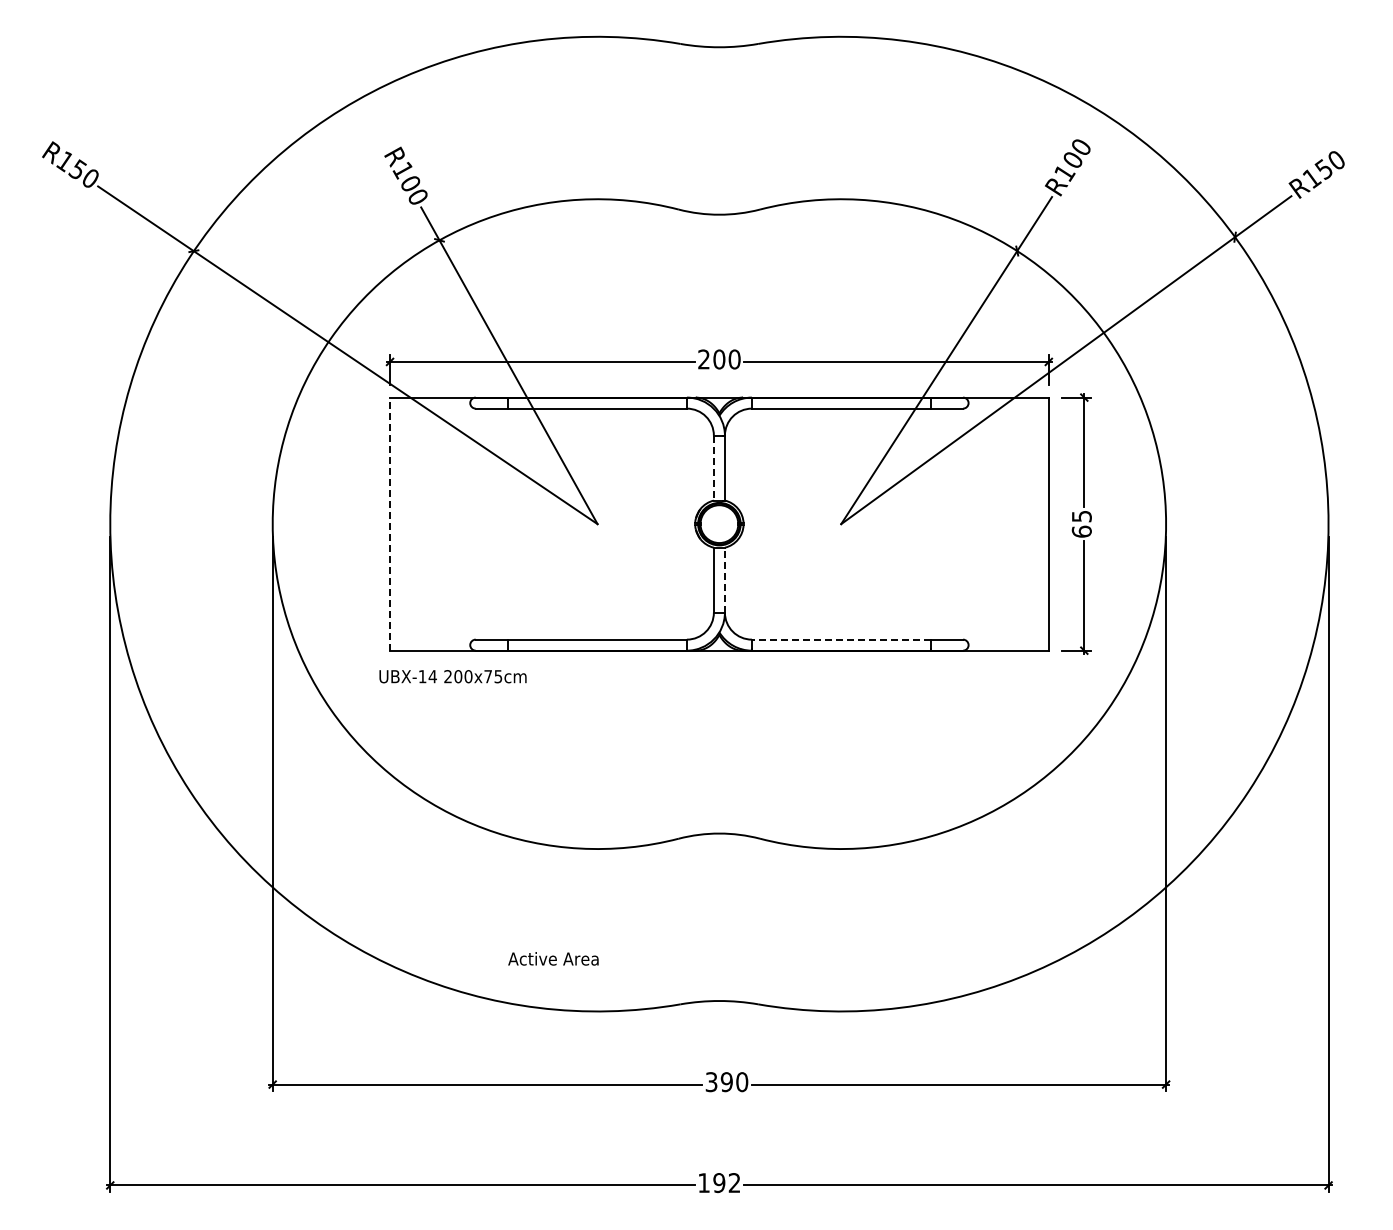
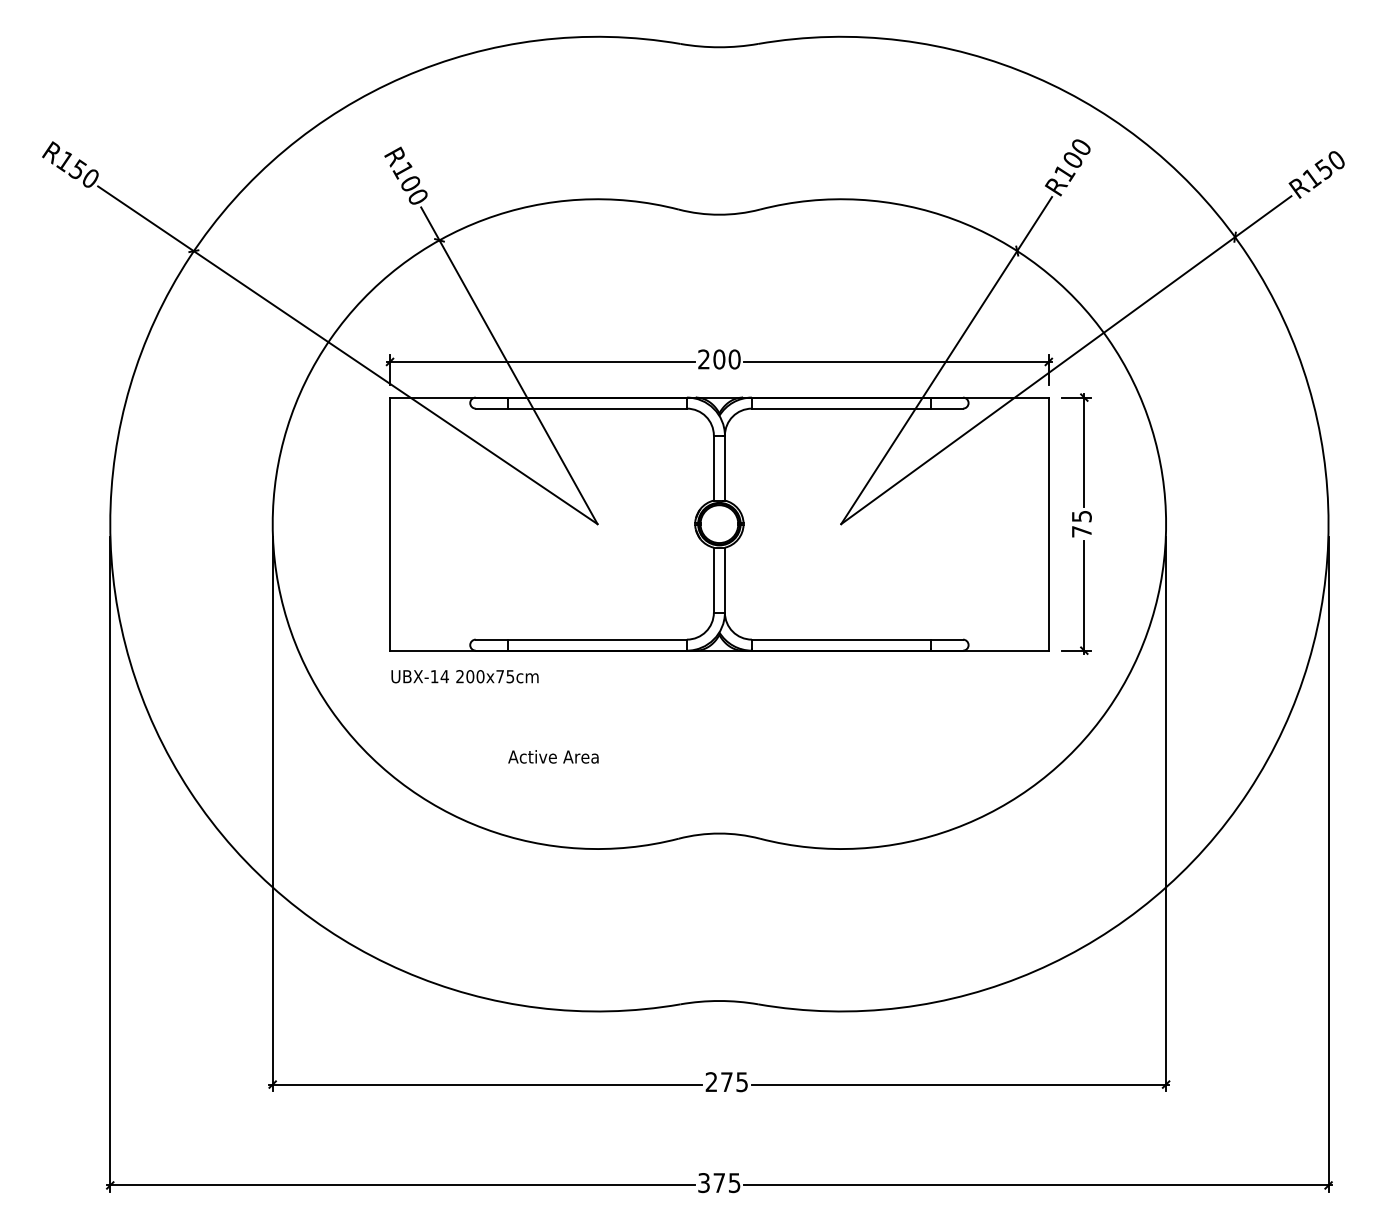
line at (713, 468): dashed -> solid
line at (390, 524): dashed -> solid
text at (1081, 531): 65 -> 75
line at (724, 579): dashed -> solid
line at (840, 639): dashed -> solid
text at (452, 676) position: (452, 676) -> (464, 676)
text at (553, 958) position: (553, 958) -> (553, 756)
text at (726, 1082): 390 -> 275
text at (719, 1183): 192 -> 375
